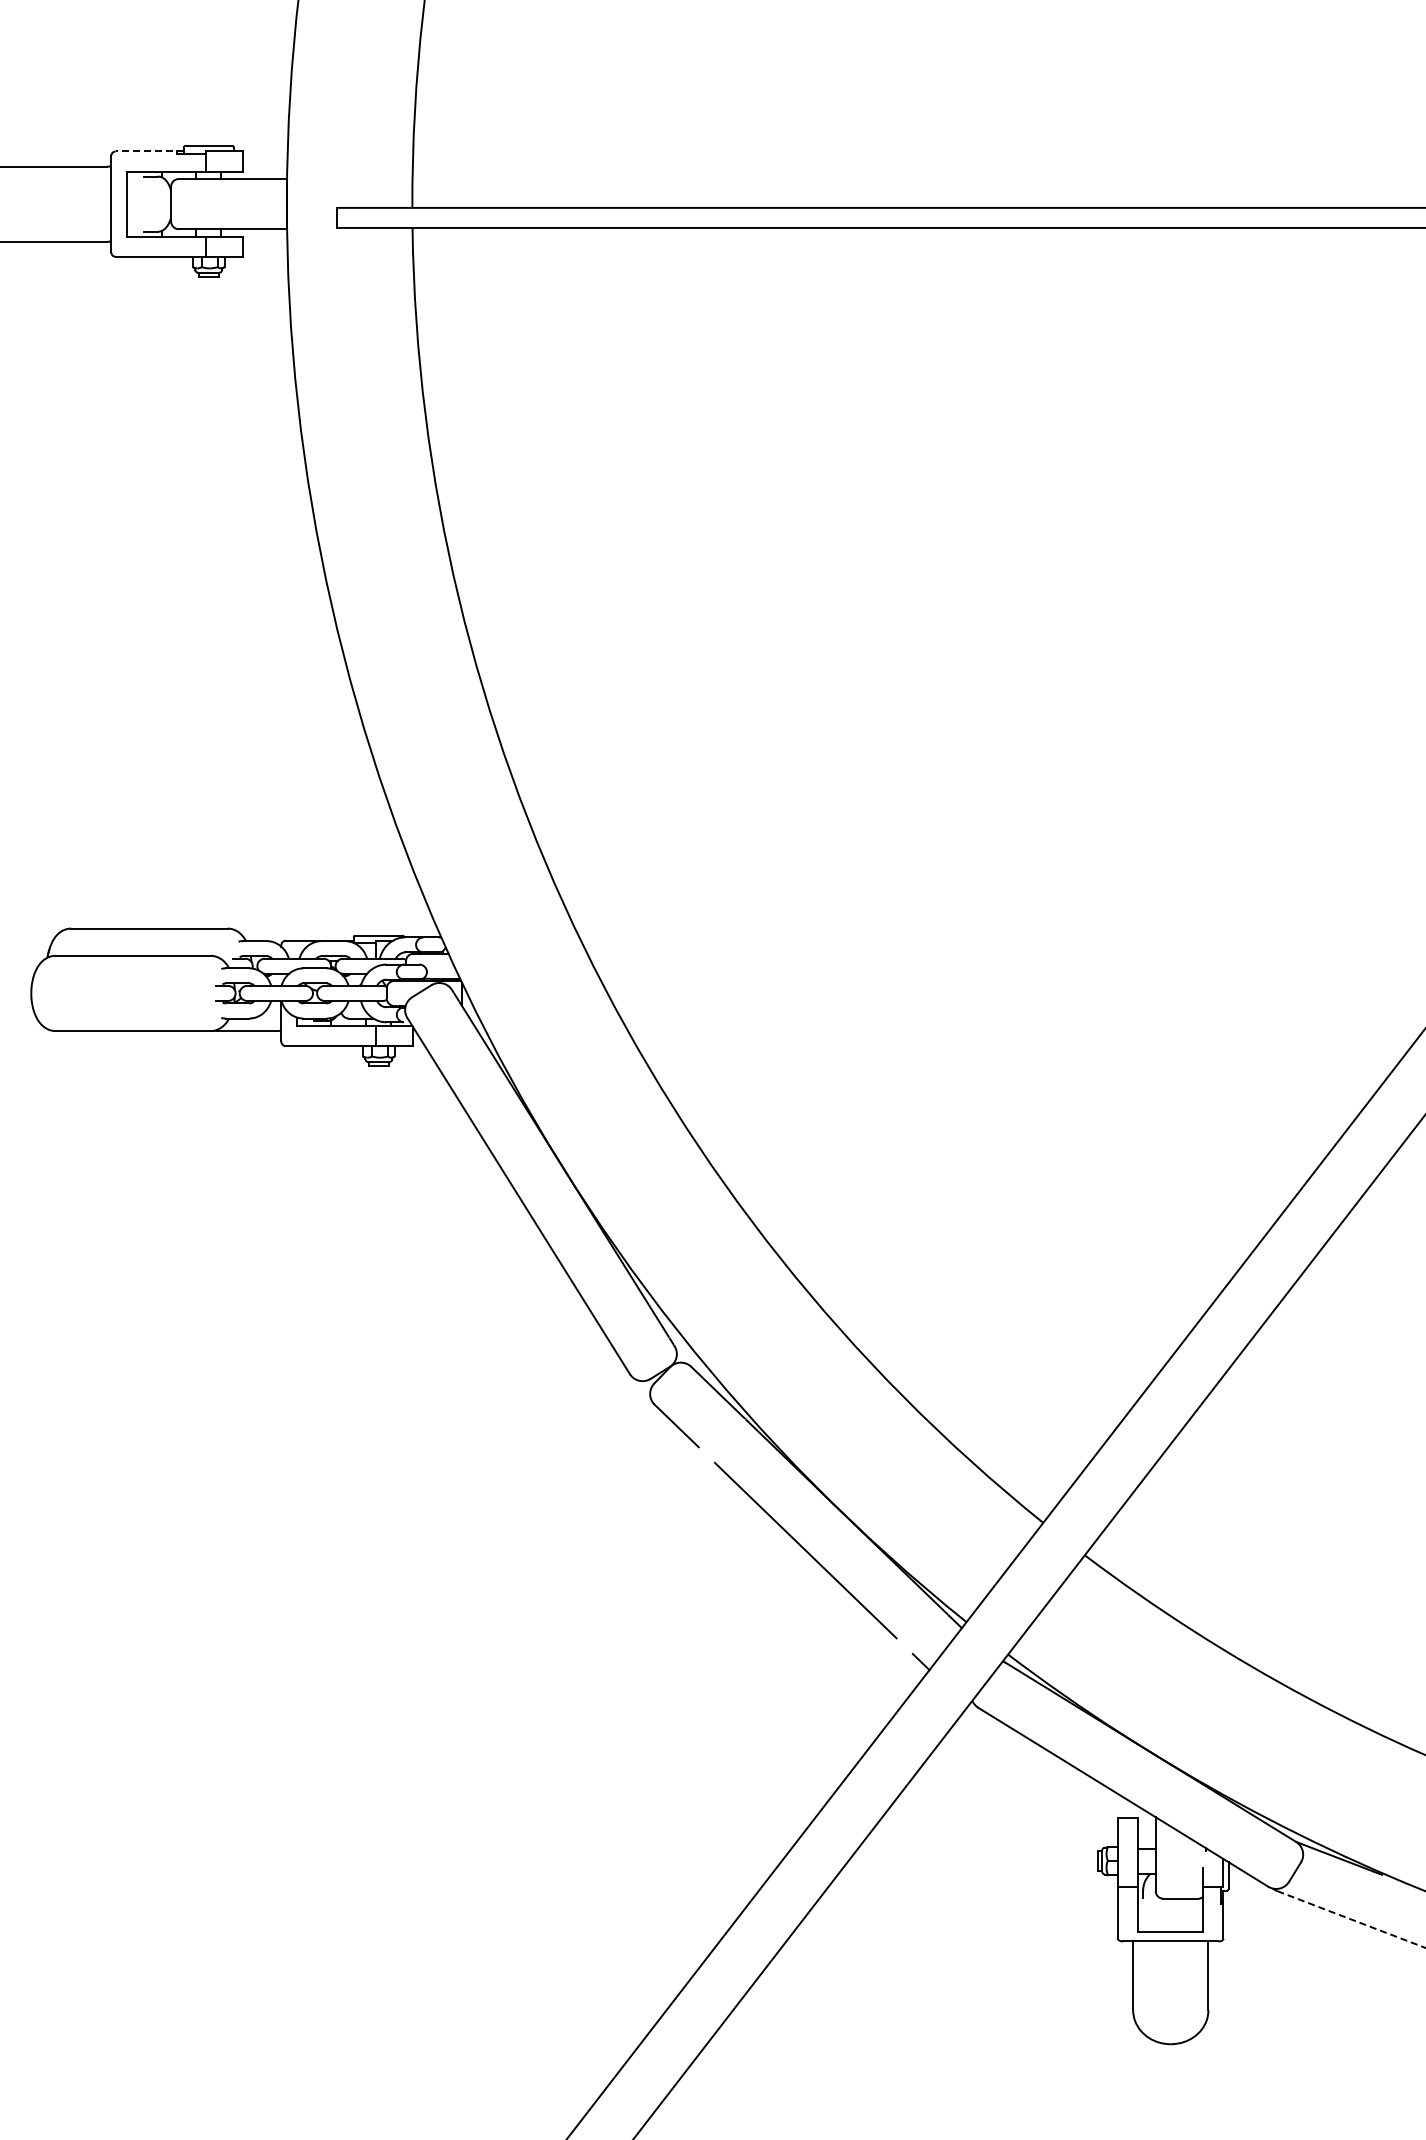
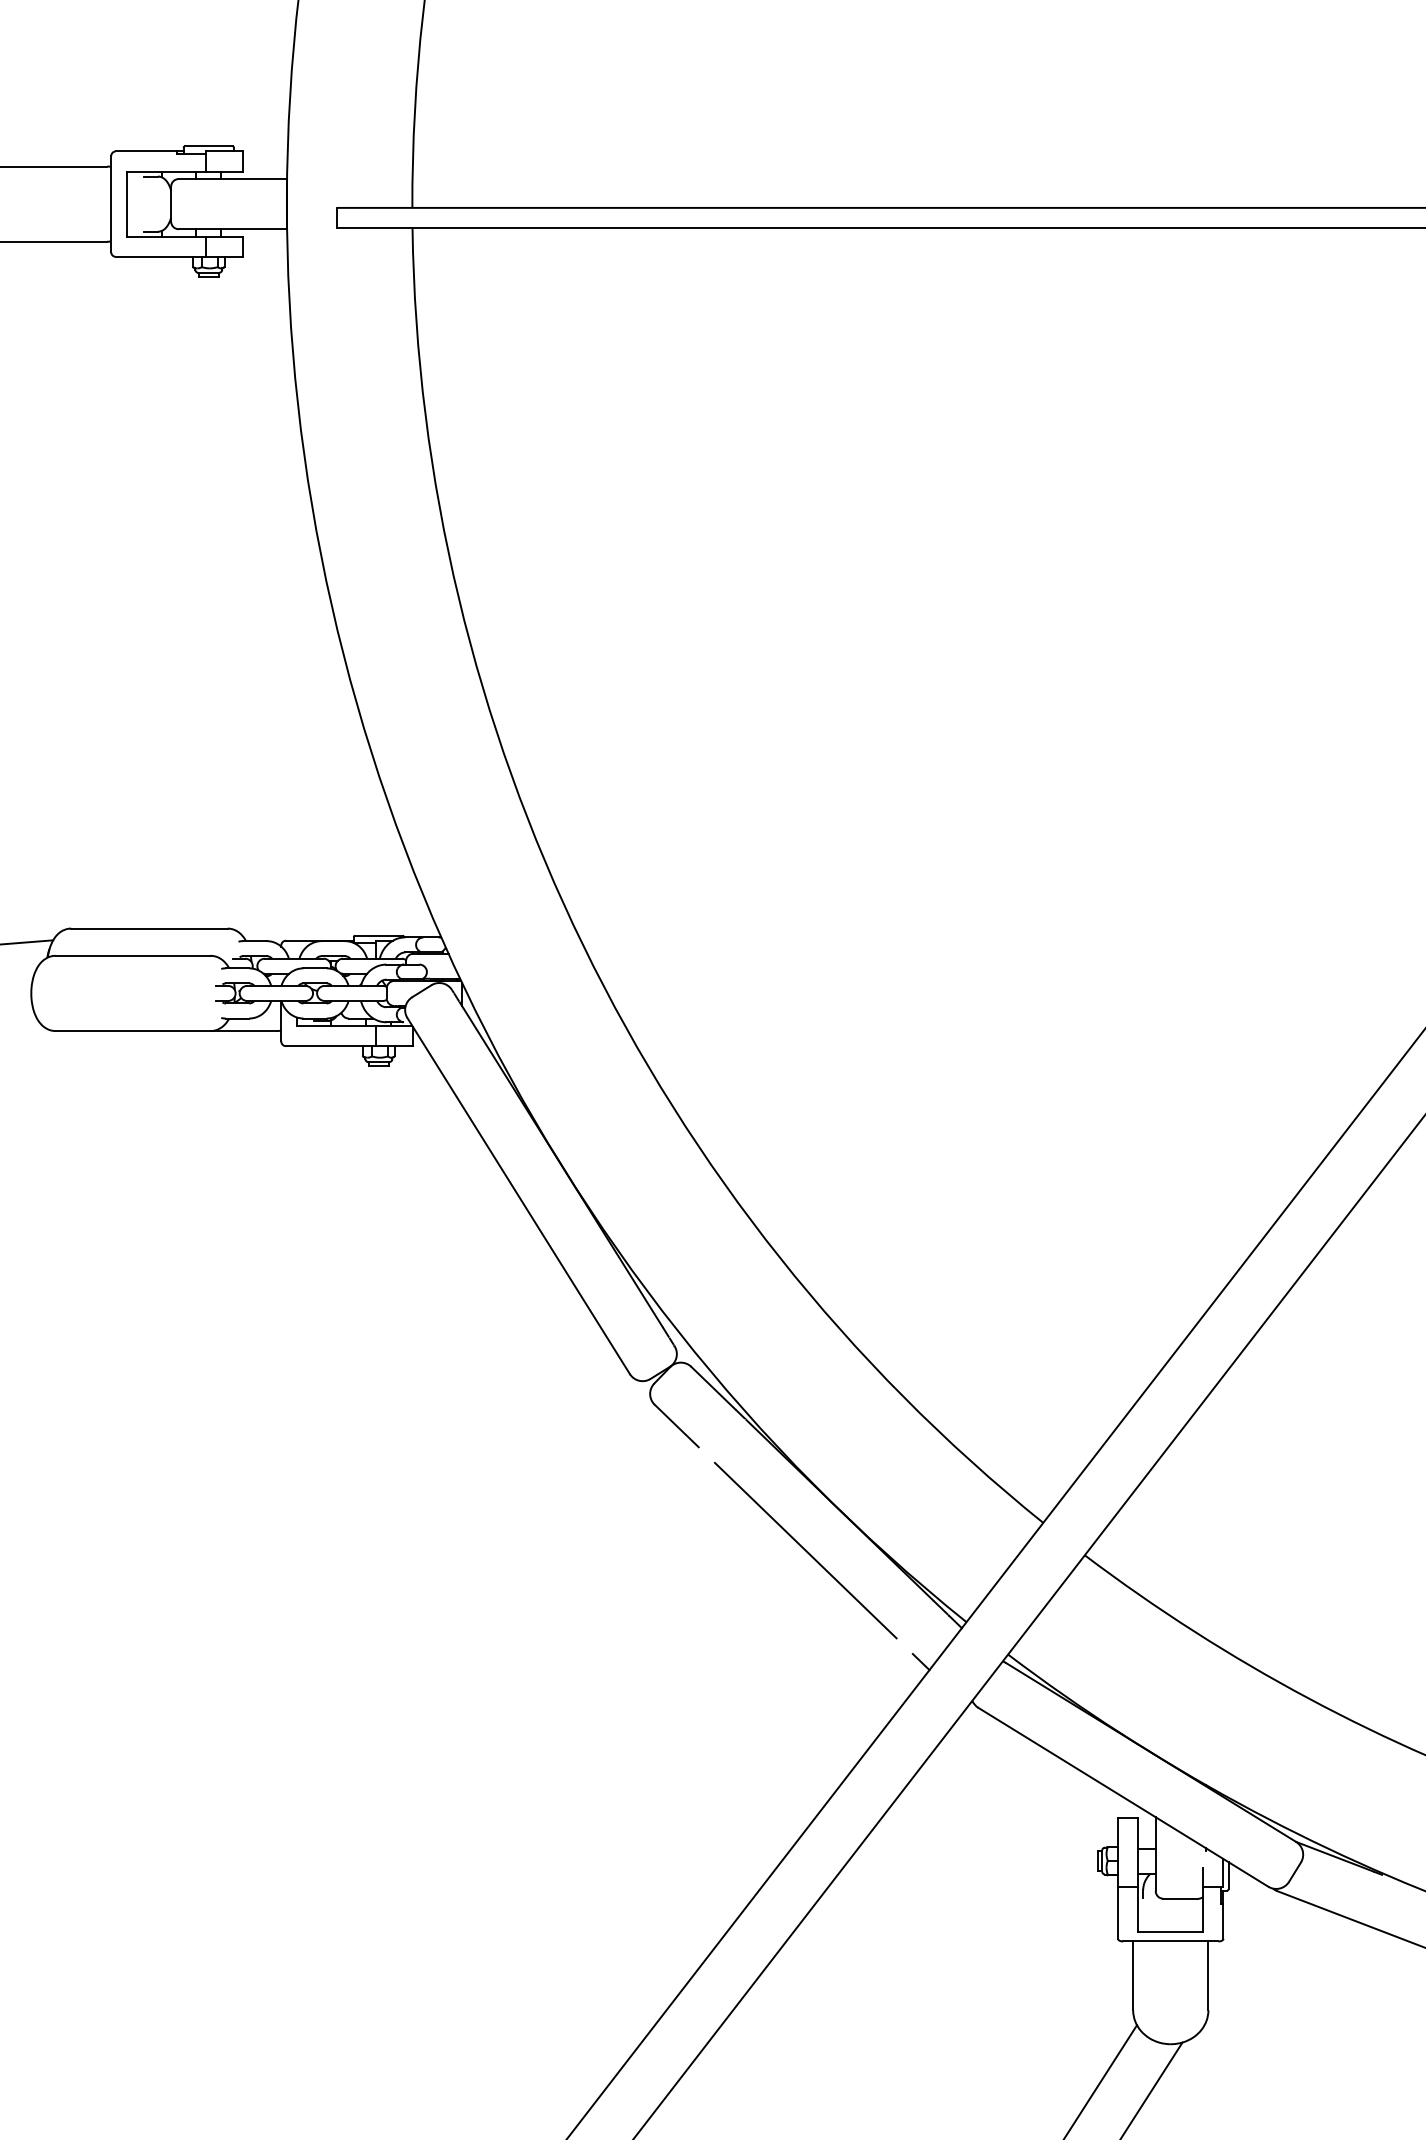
line at (149, 151): dashed -> solid
line at (27, 942): none -> present
line at (1352, 1919): dashed -> solid
line at (1101, 2080): none -> present
line at (1152, 2089): none -> present
